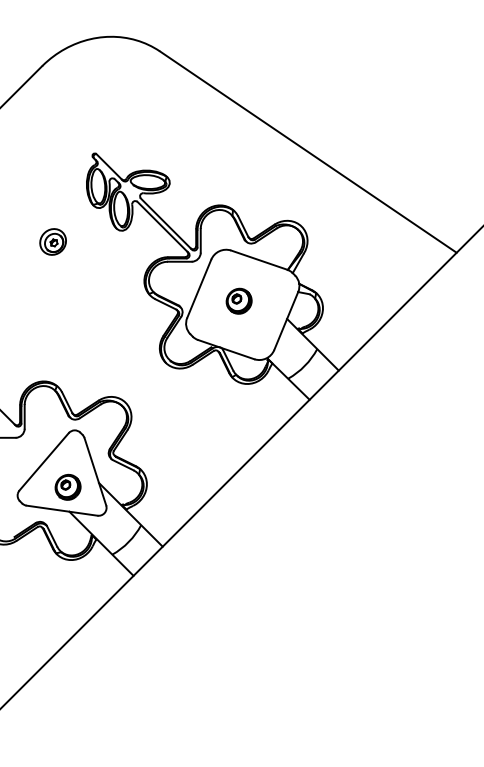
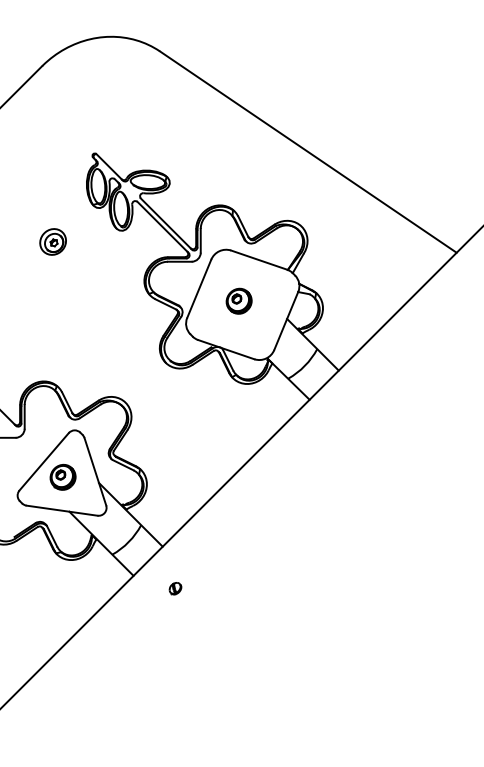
part at (67, 486) position: (67, 486) -> (62, 476)
part at (175, 588): none -> present
